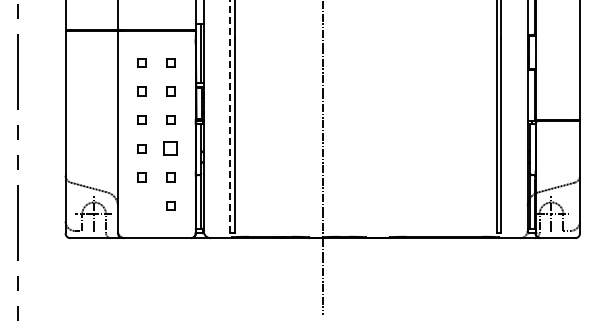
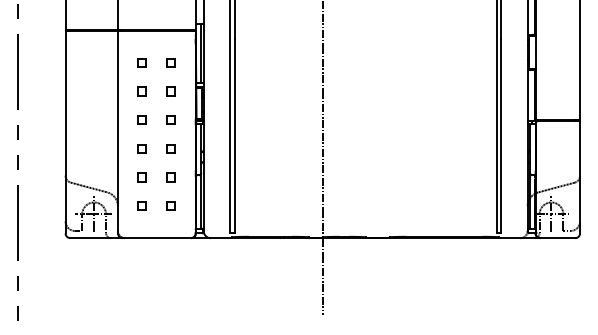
line at (229, 115): dashed -> solid
part at (170, 148) size: 15x15 px -> 10x10 px
part at (141, 205): none -> present
